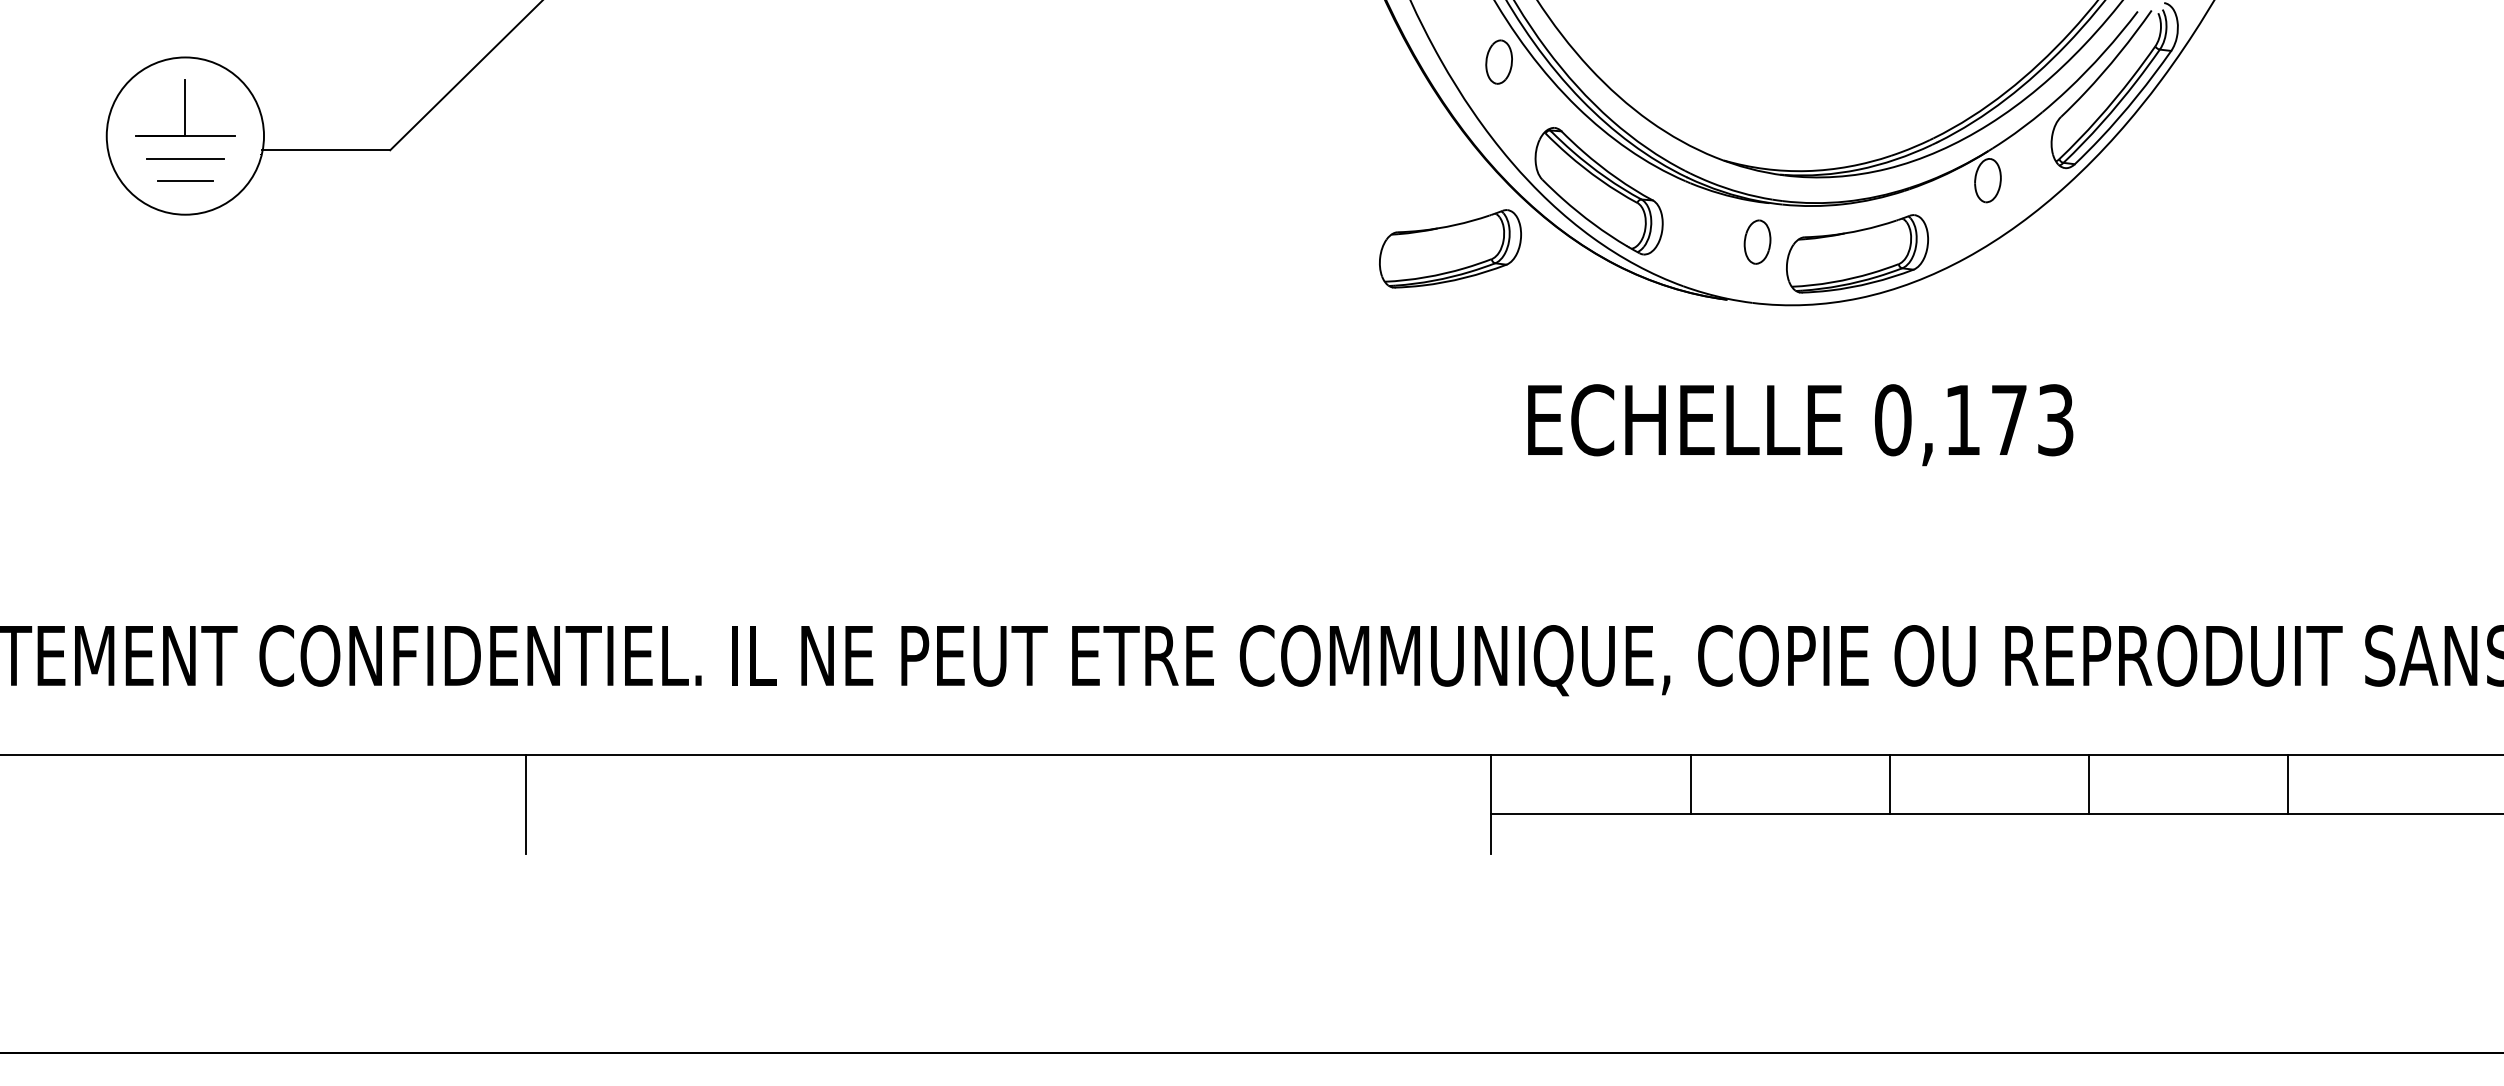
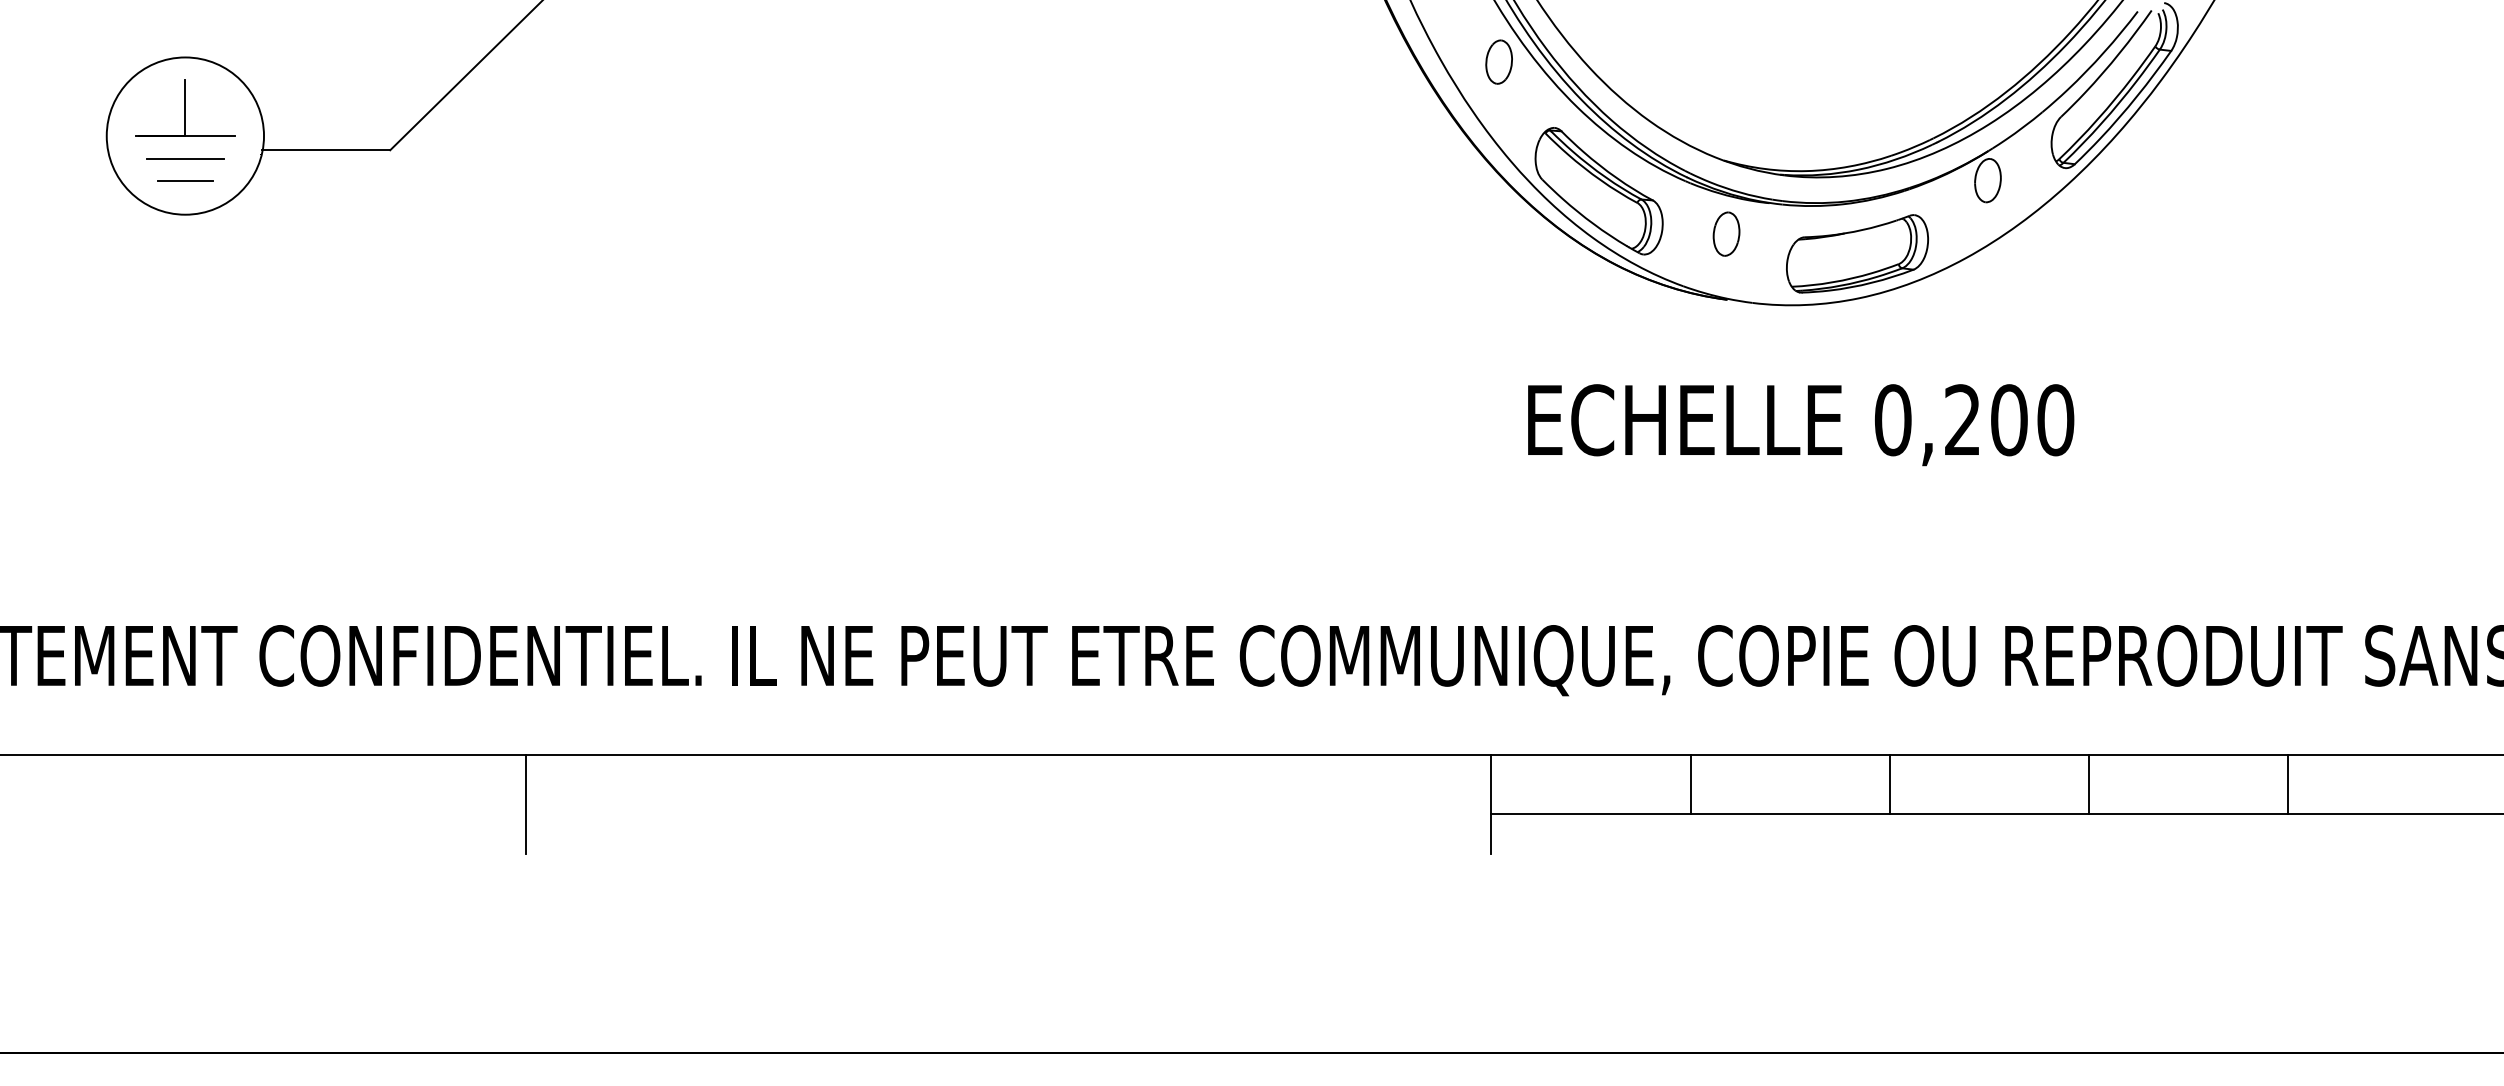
part at (1757, 241) position: (1757, 241) -> (1726, 233)
part at (1450, 248): present -> none
text at (2009, 420): 0,173 -> 0,200
